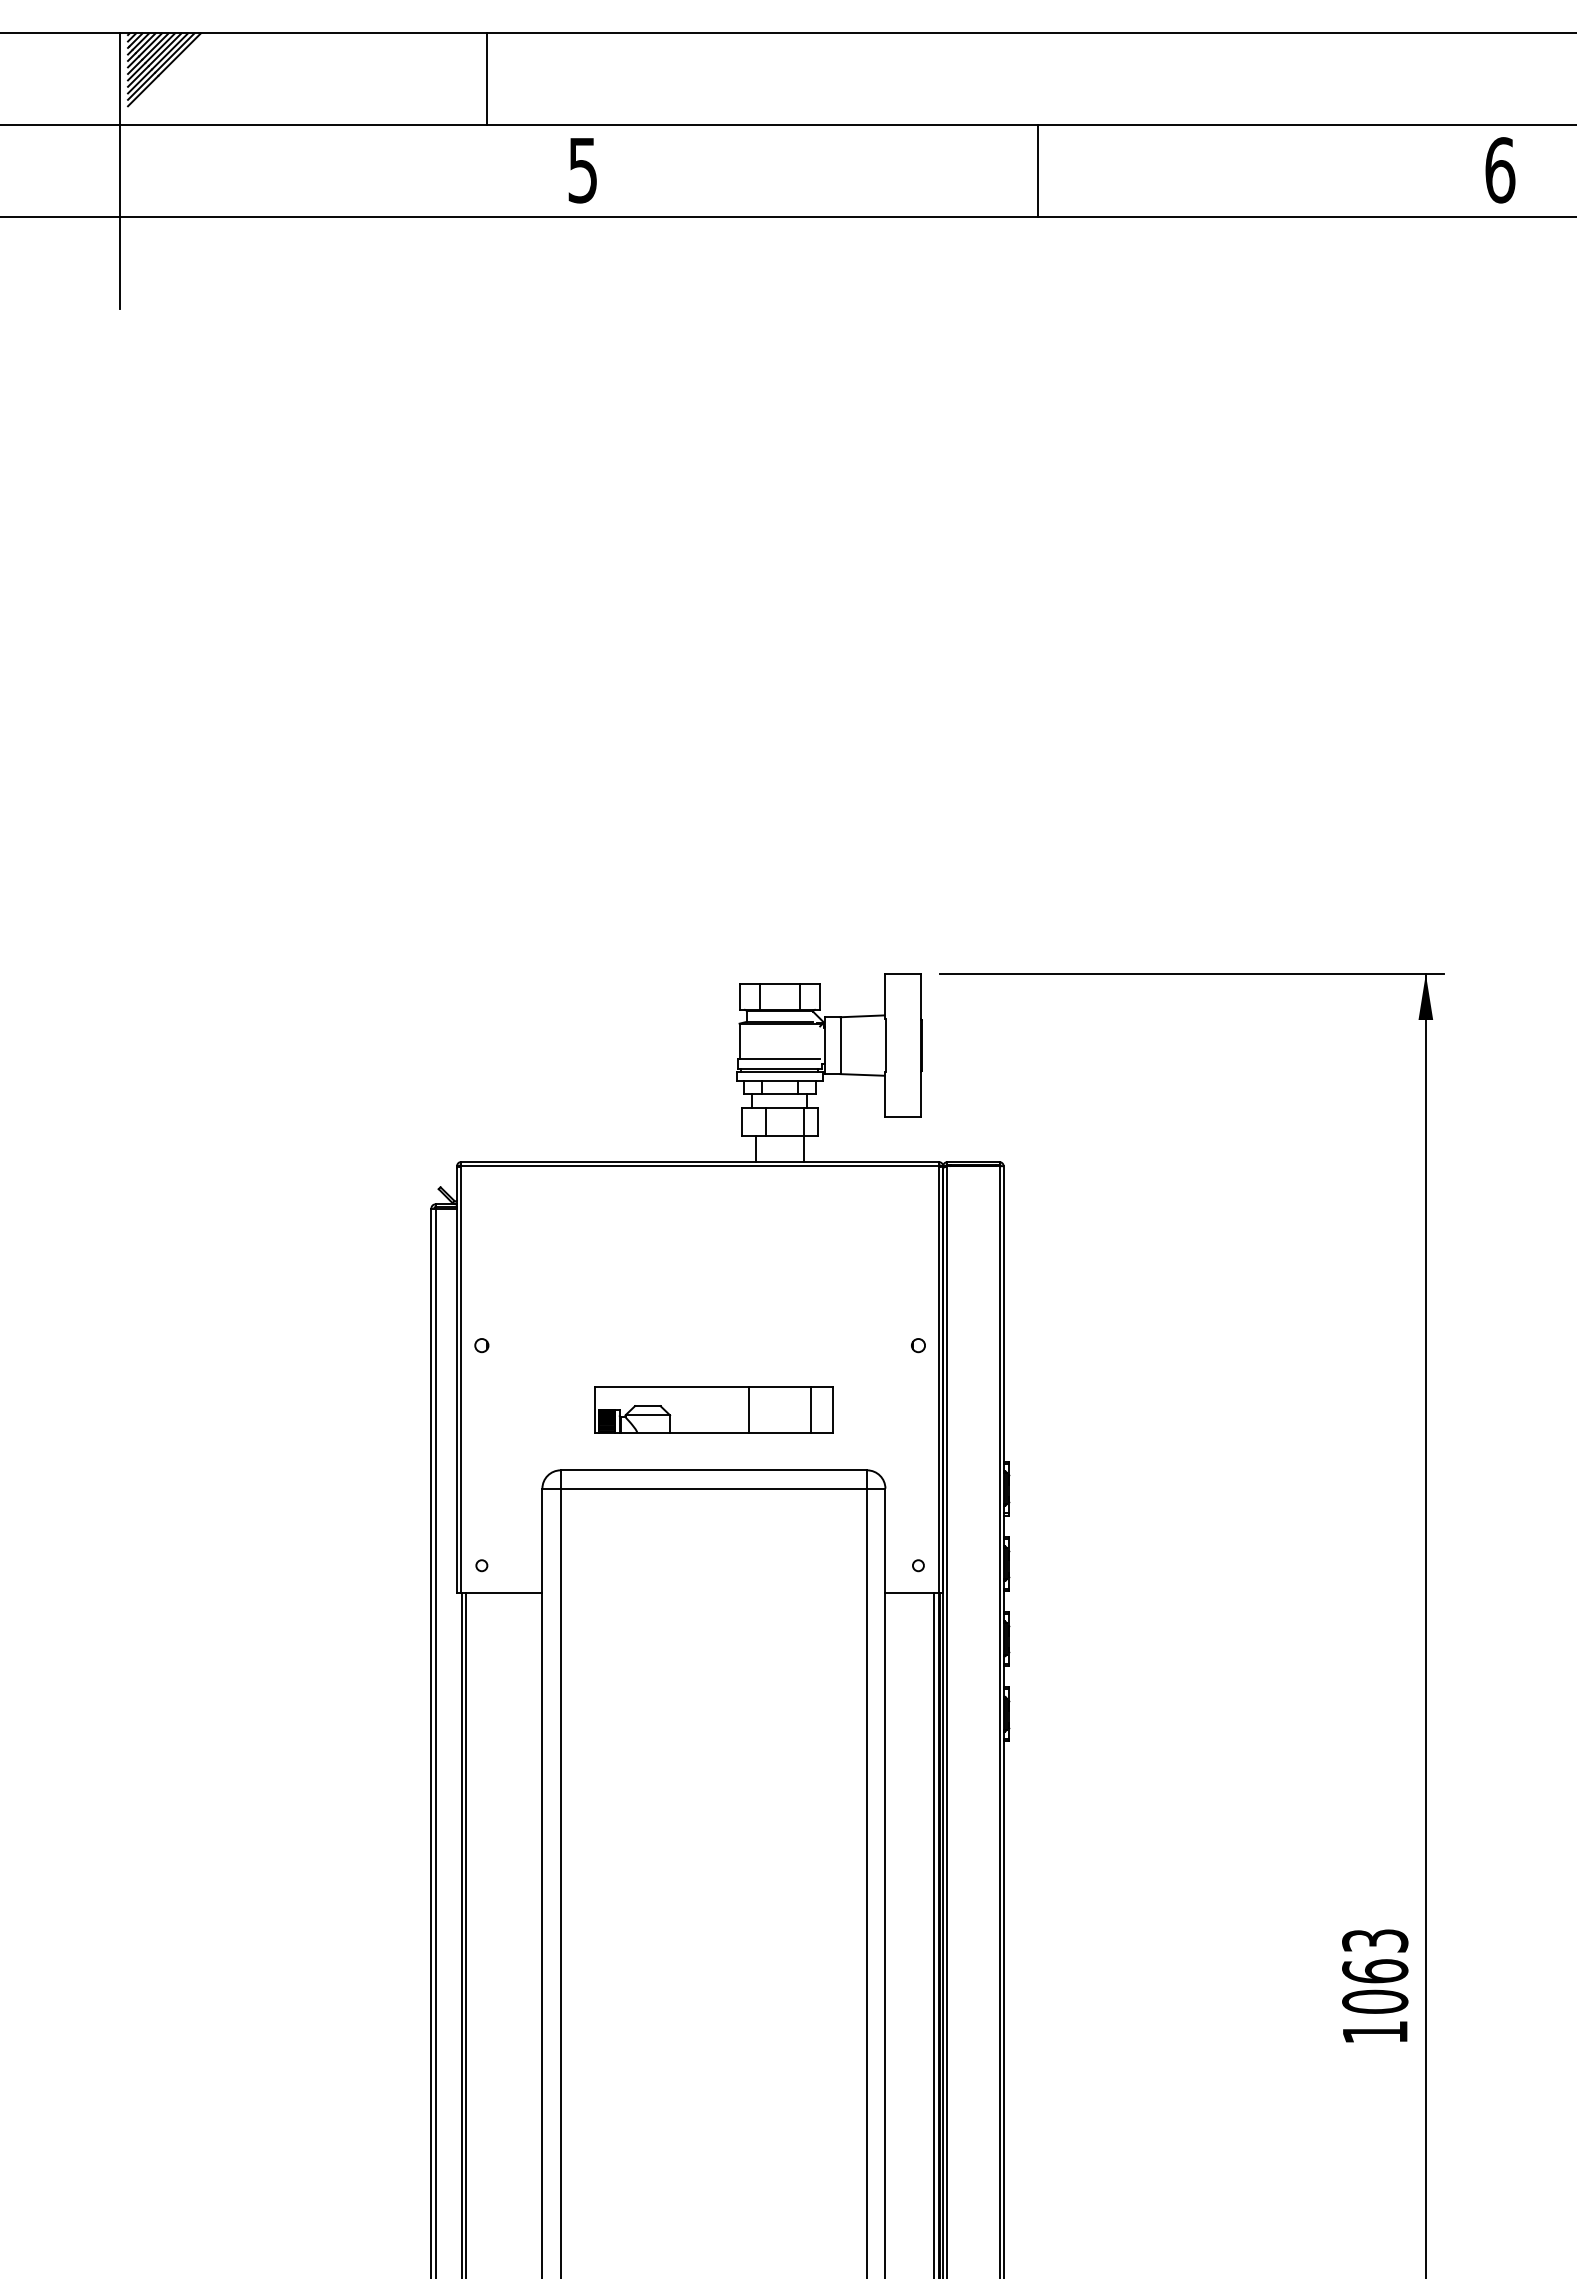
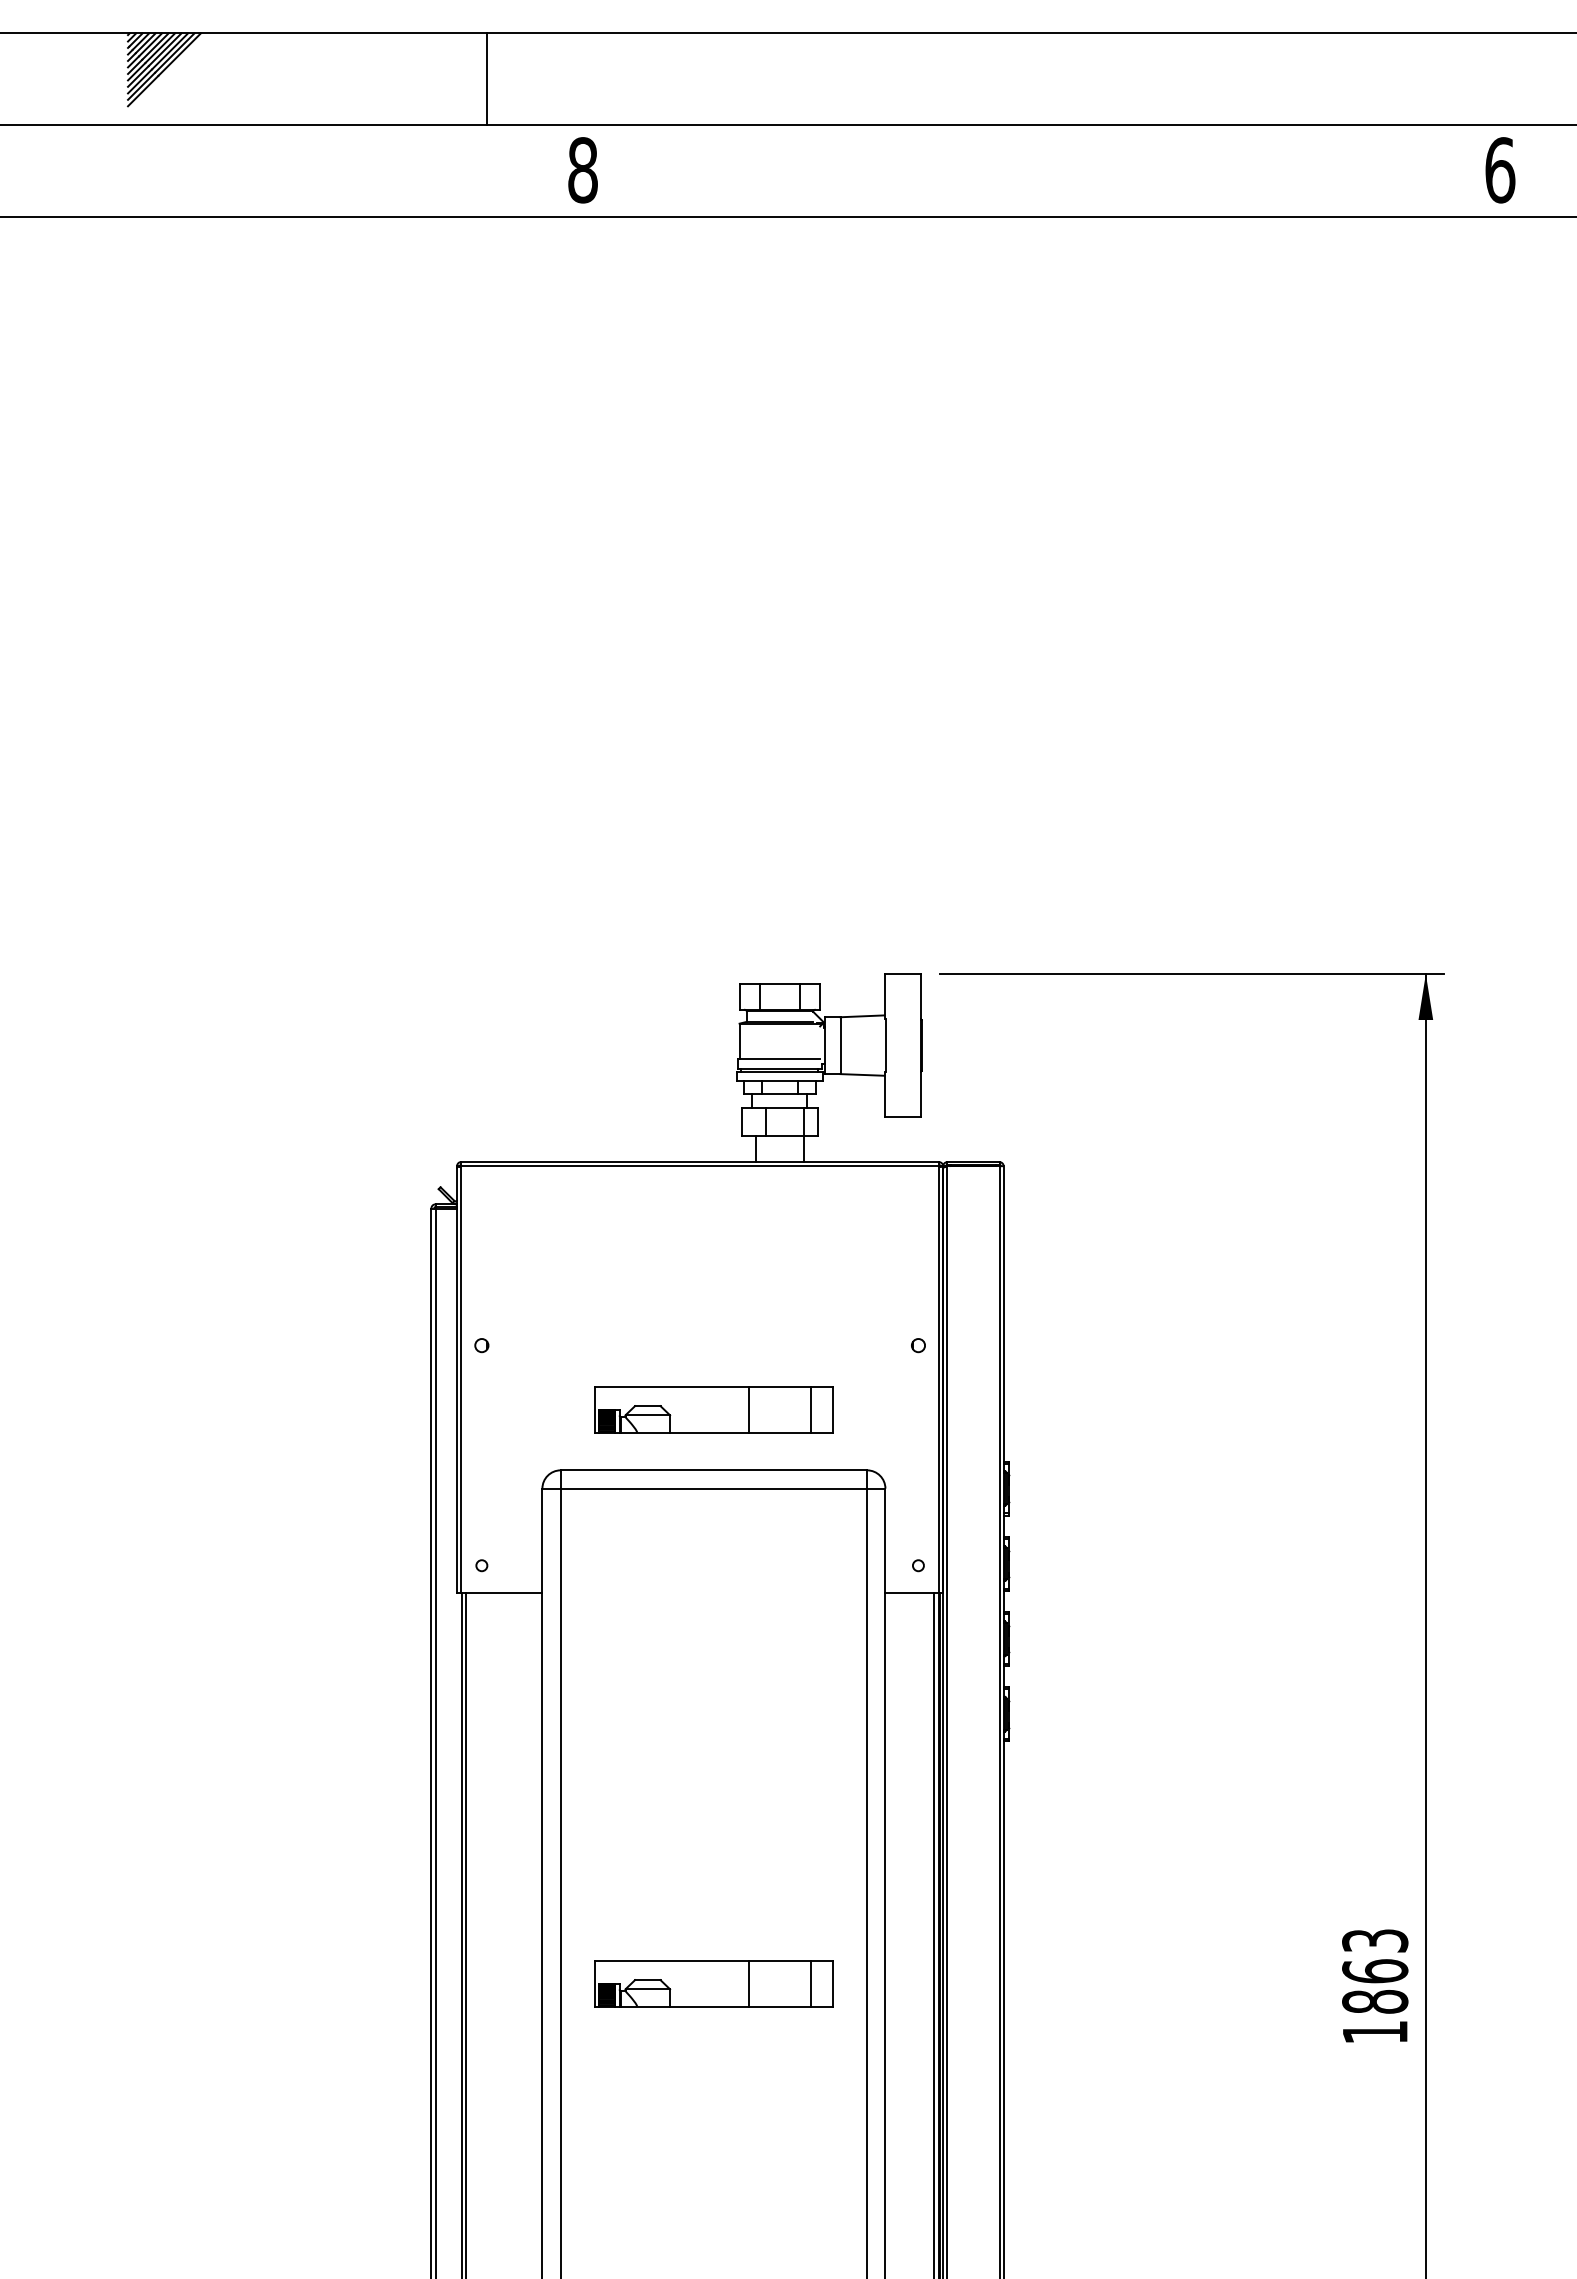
line at (120, 170): present -> none
text at (582, 170): 5 -> 8
line at (1037, 170): present -> none
part at (713, 1983): none -> present
text at (1375, 2001): 1063 -> 1863
